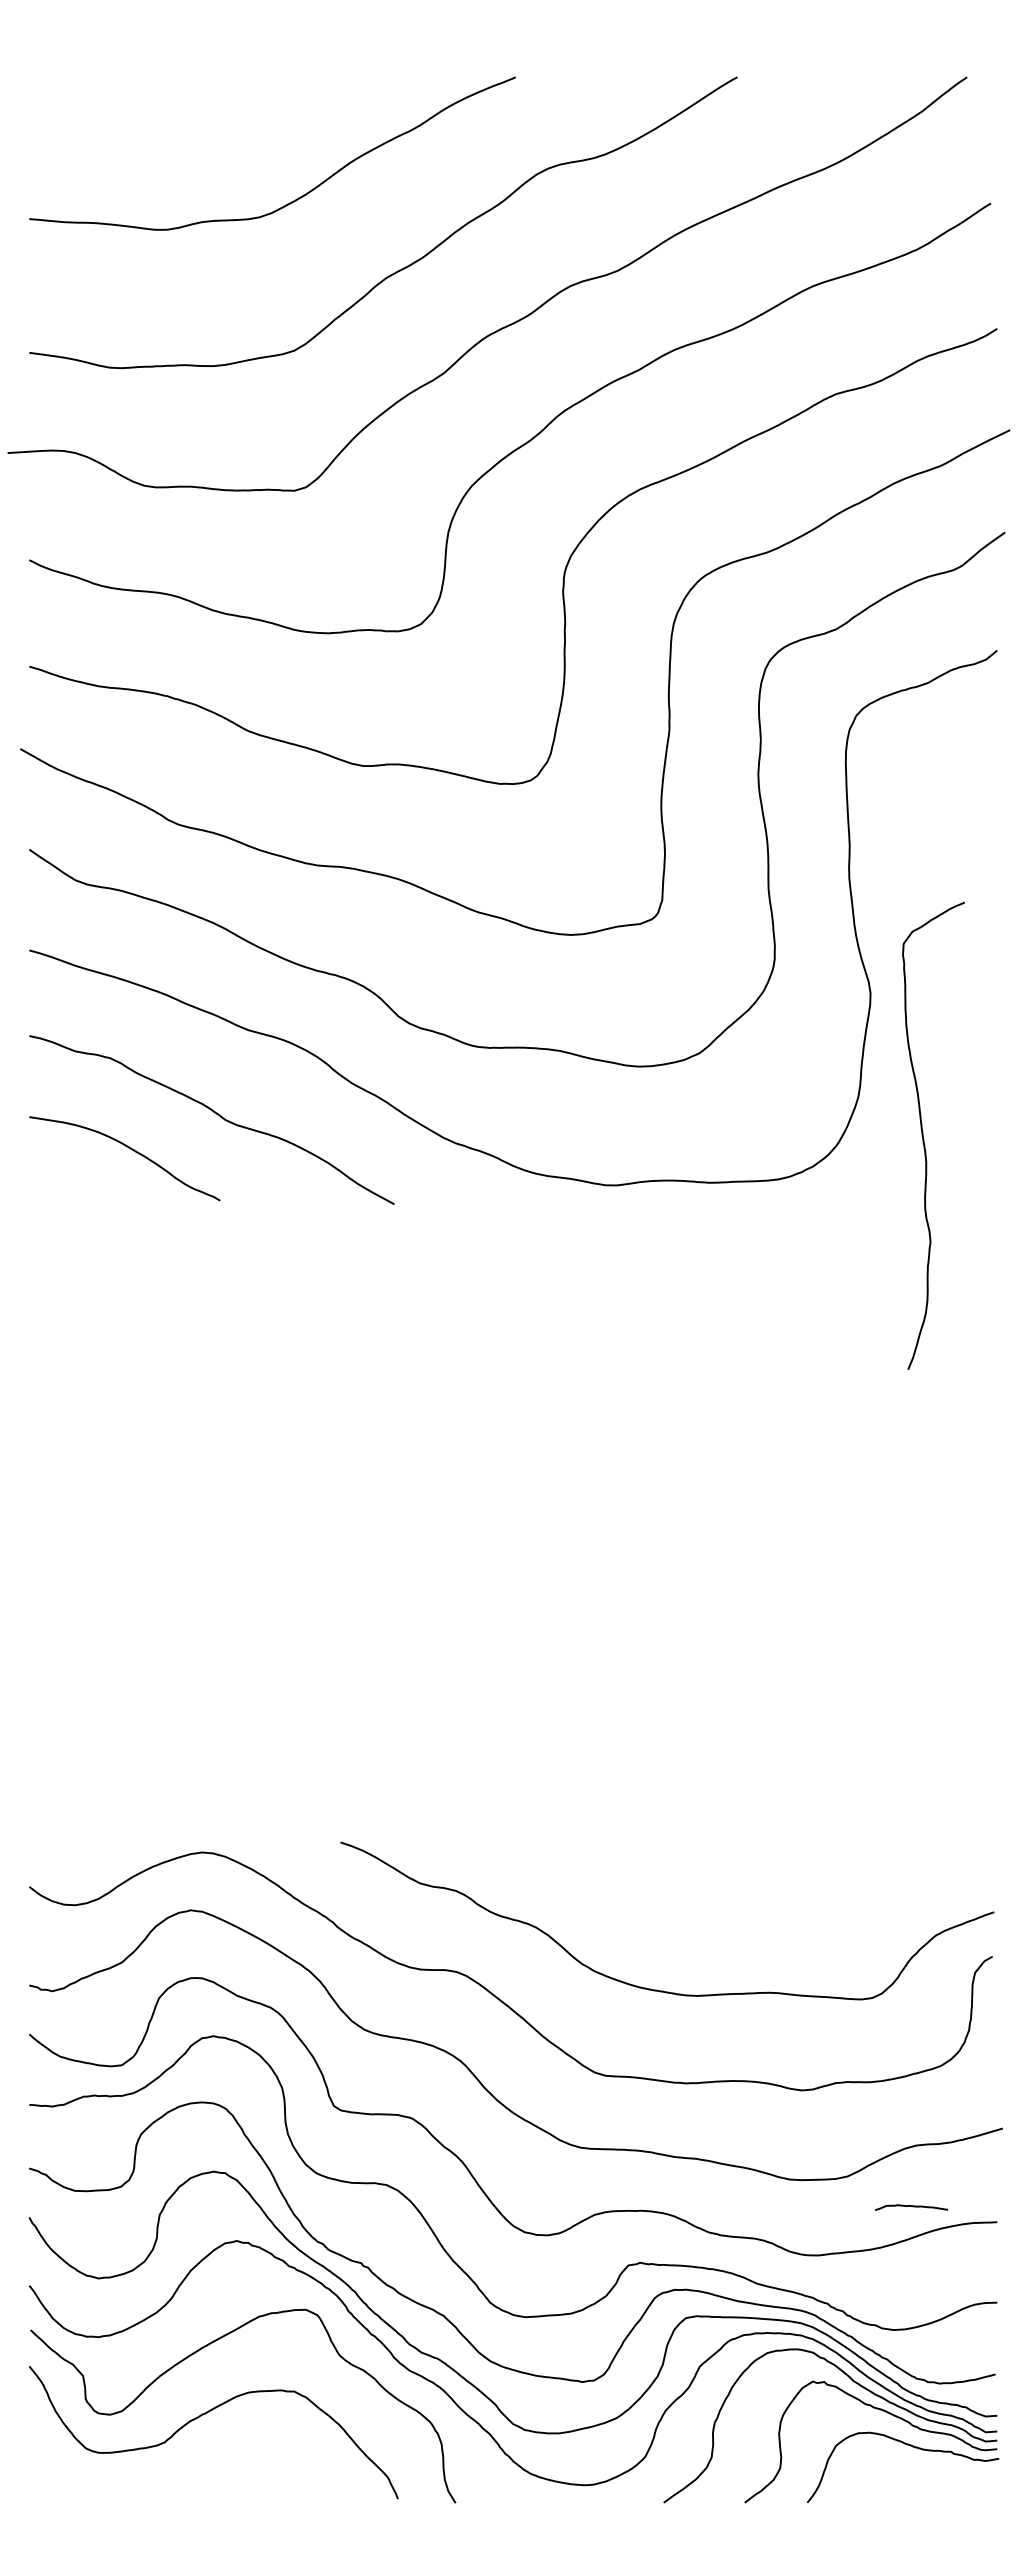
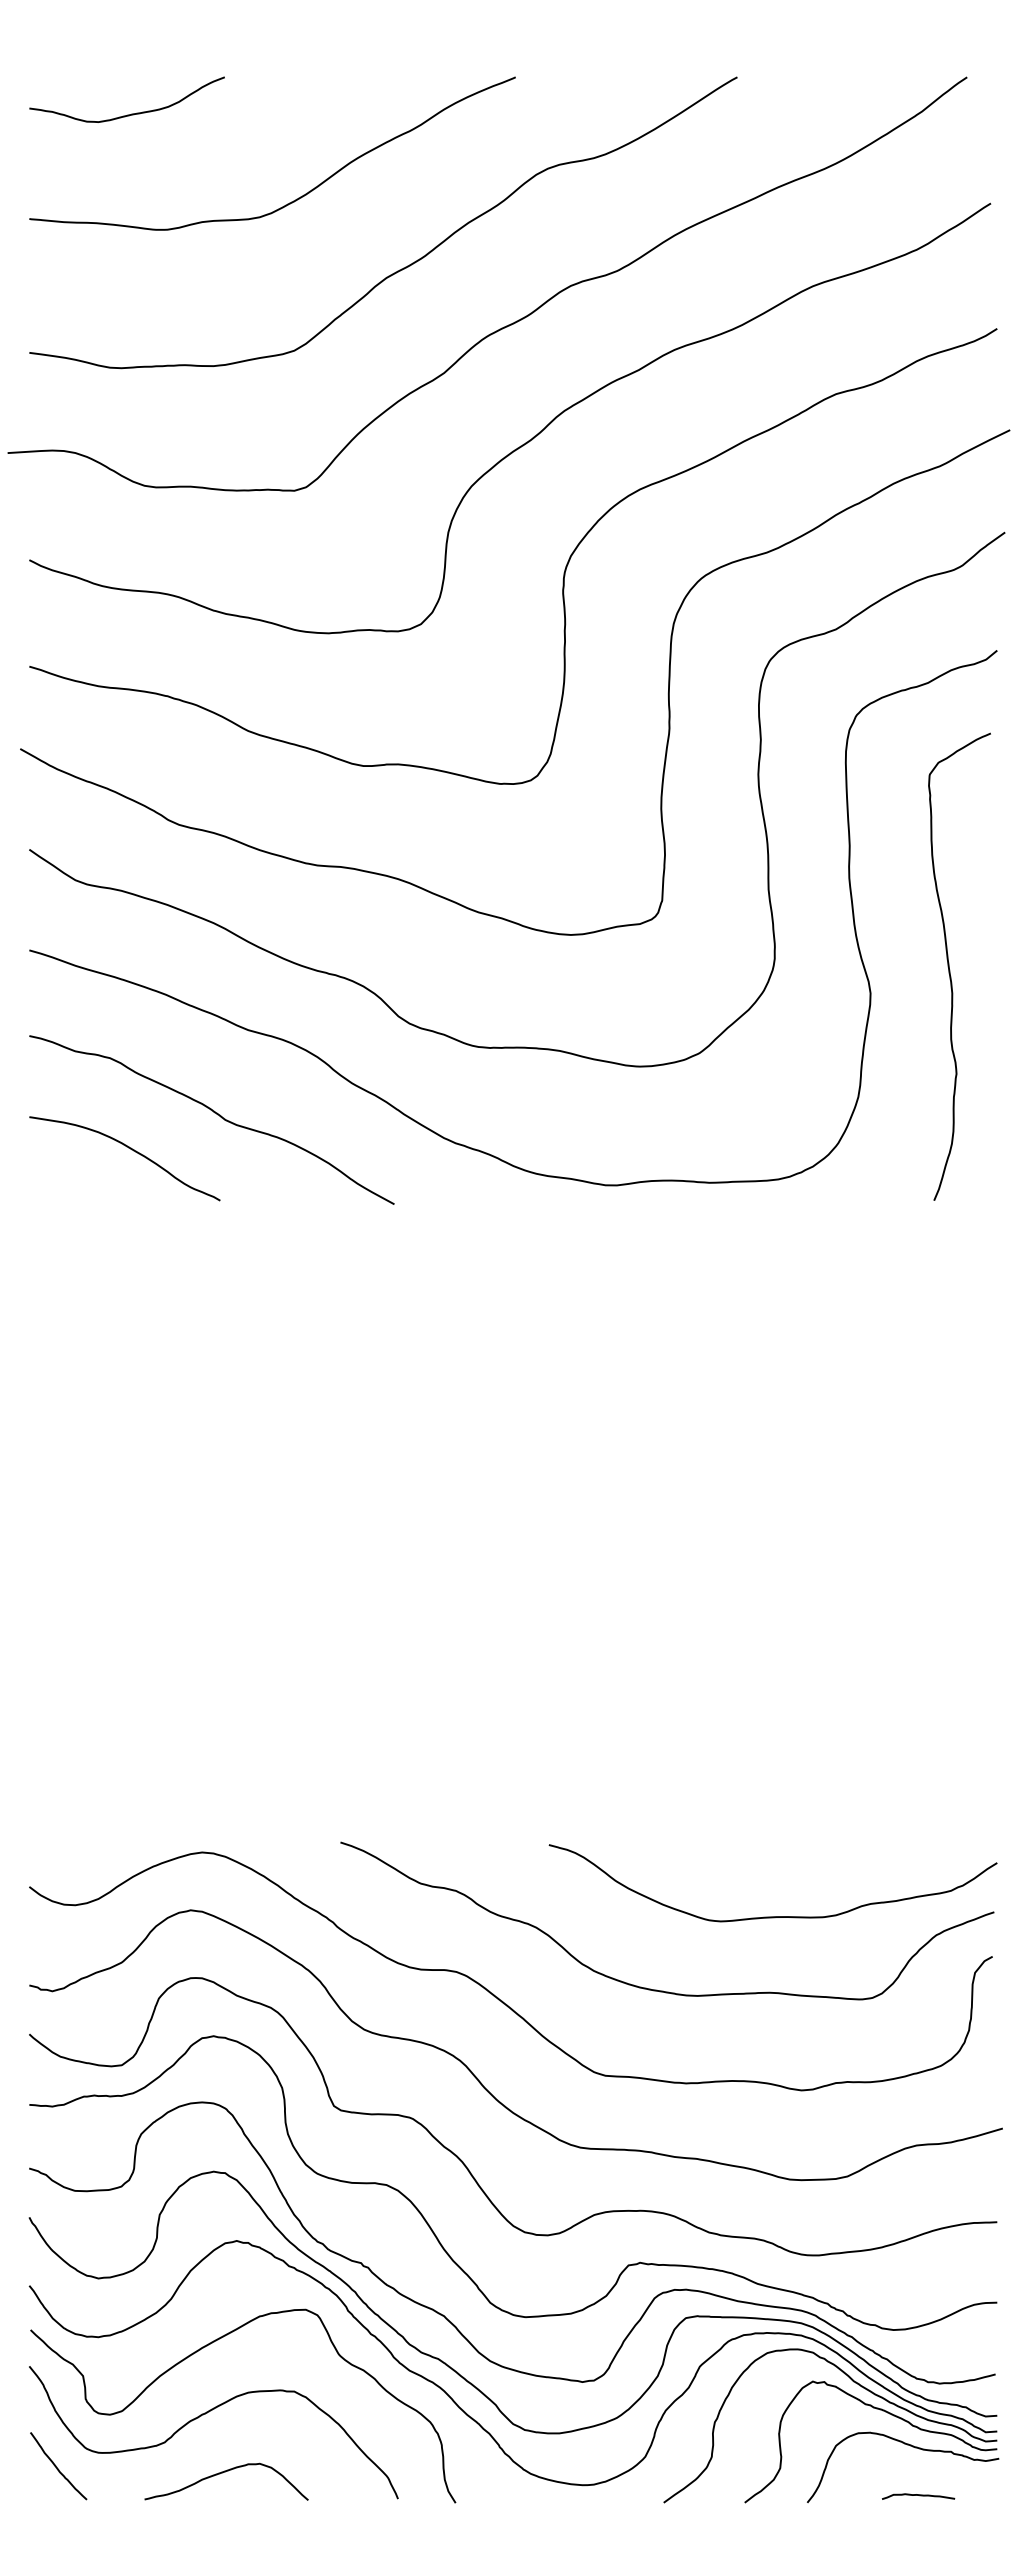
curve at (131, 113): none -> present
curve at (924, 1139) position: (924, 1139) -> (950, 970)
curve at (772, 1916): none -> present
curve at (911, 2206) position: (911, 2206) -> (918, 2495)
curve at (57, 2467): none -> present
curve at (222, 2473): none -> present
